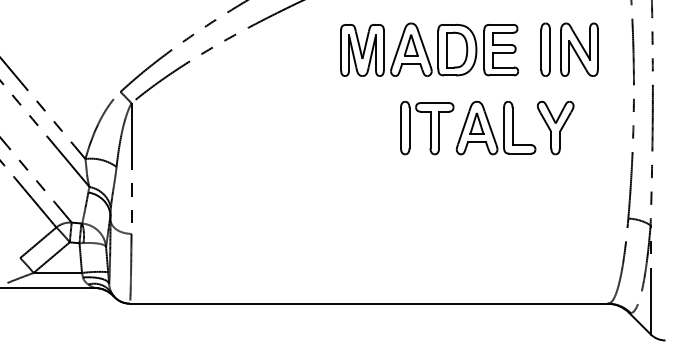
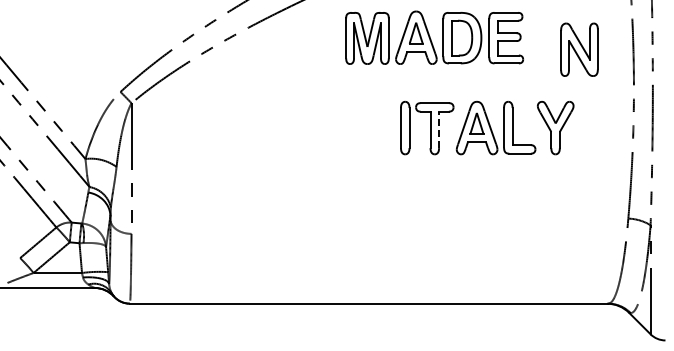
part at (429, 49) position: (429, 49) -> (434, 37)
part at (545, 49): present -> none
line at (439, 129): solid -> dashed
